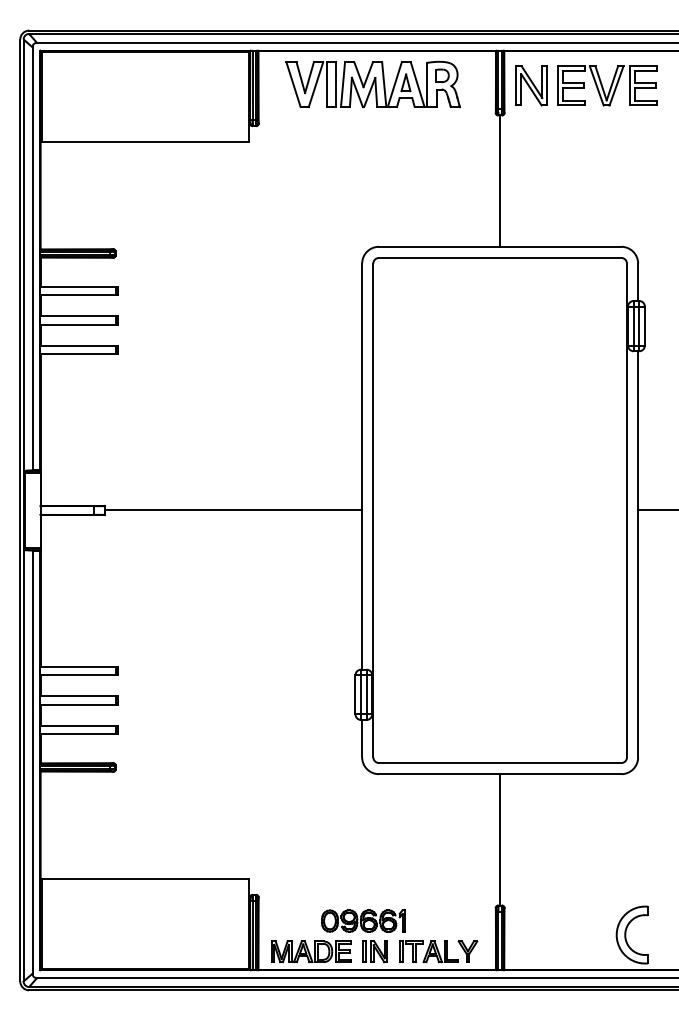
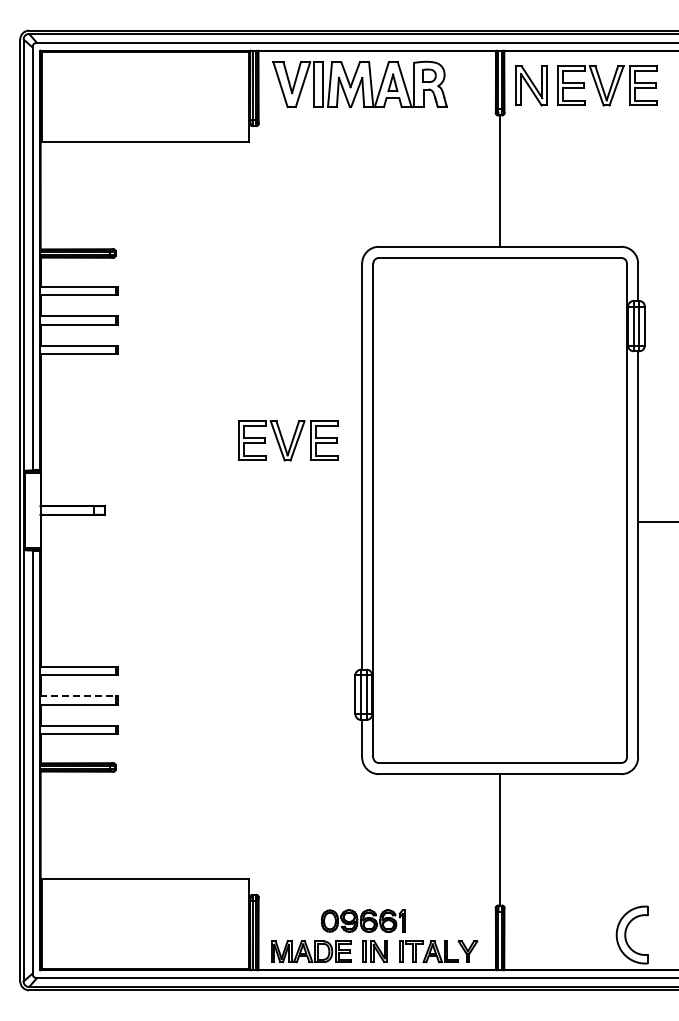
part at (372, 83) position: (372, 83) -> (359, 83)
part at (288, 440): none -> present
line at (233, 510): present -> none
line at (656, 510) position: (656, 510) -> (656, 522)
line at (78, 696): solid -> dashed
